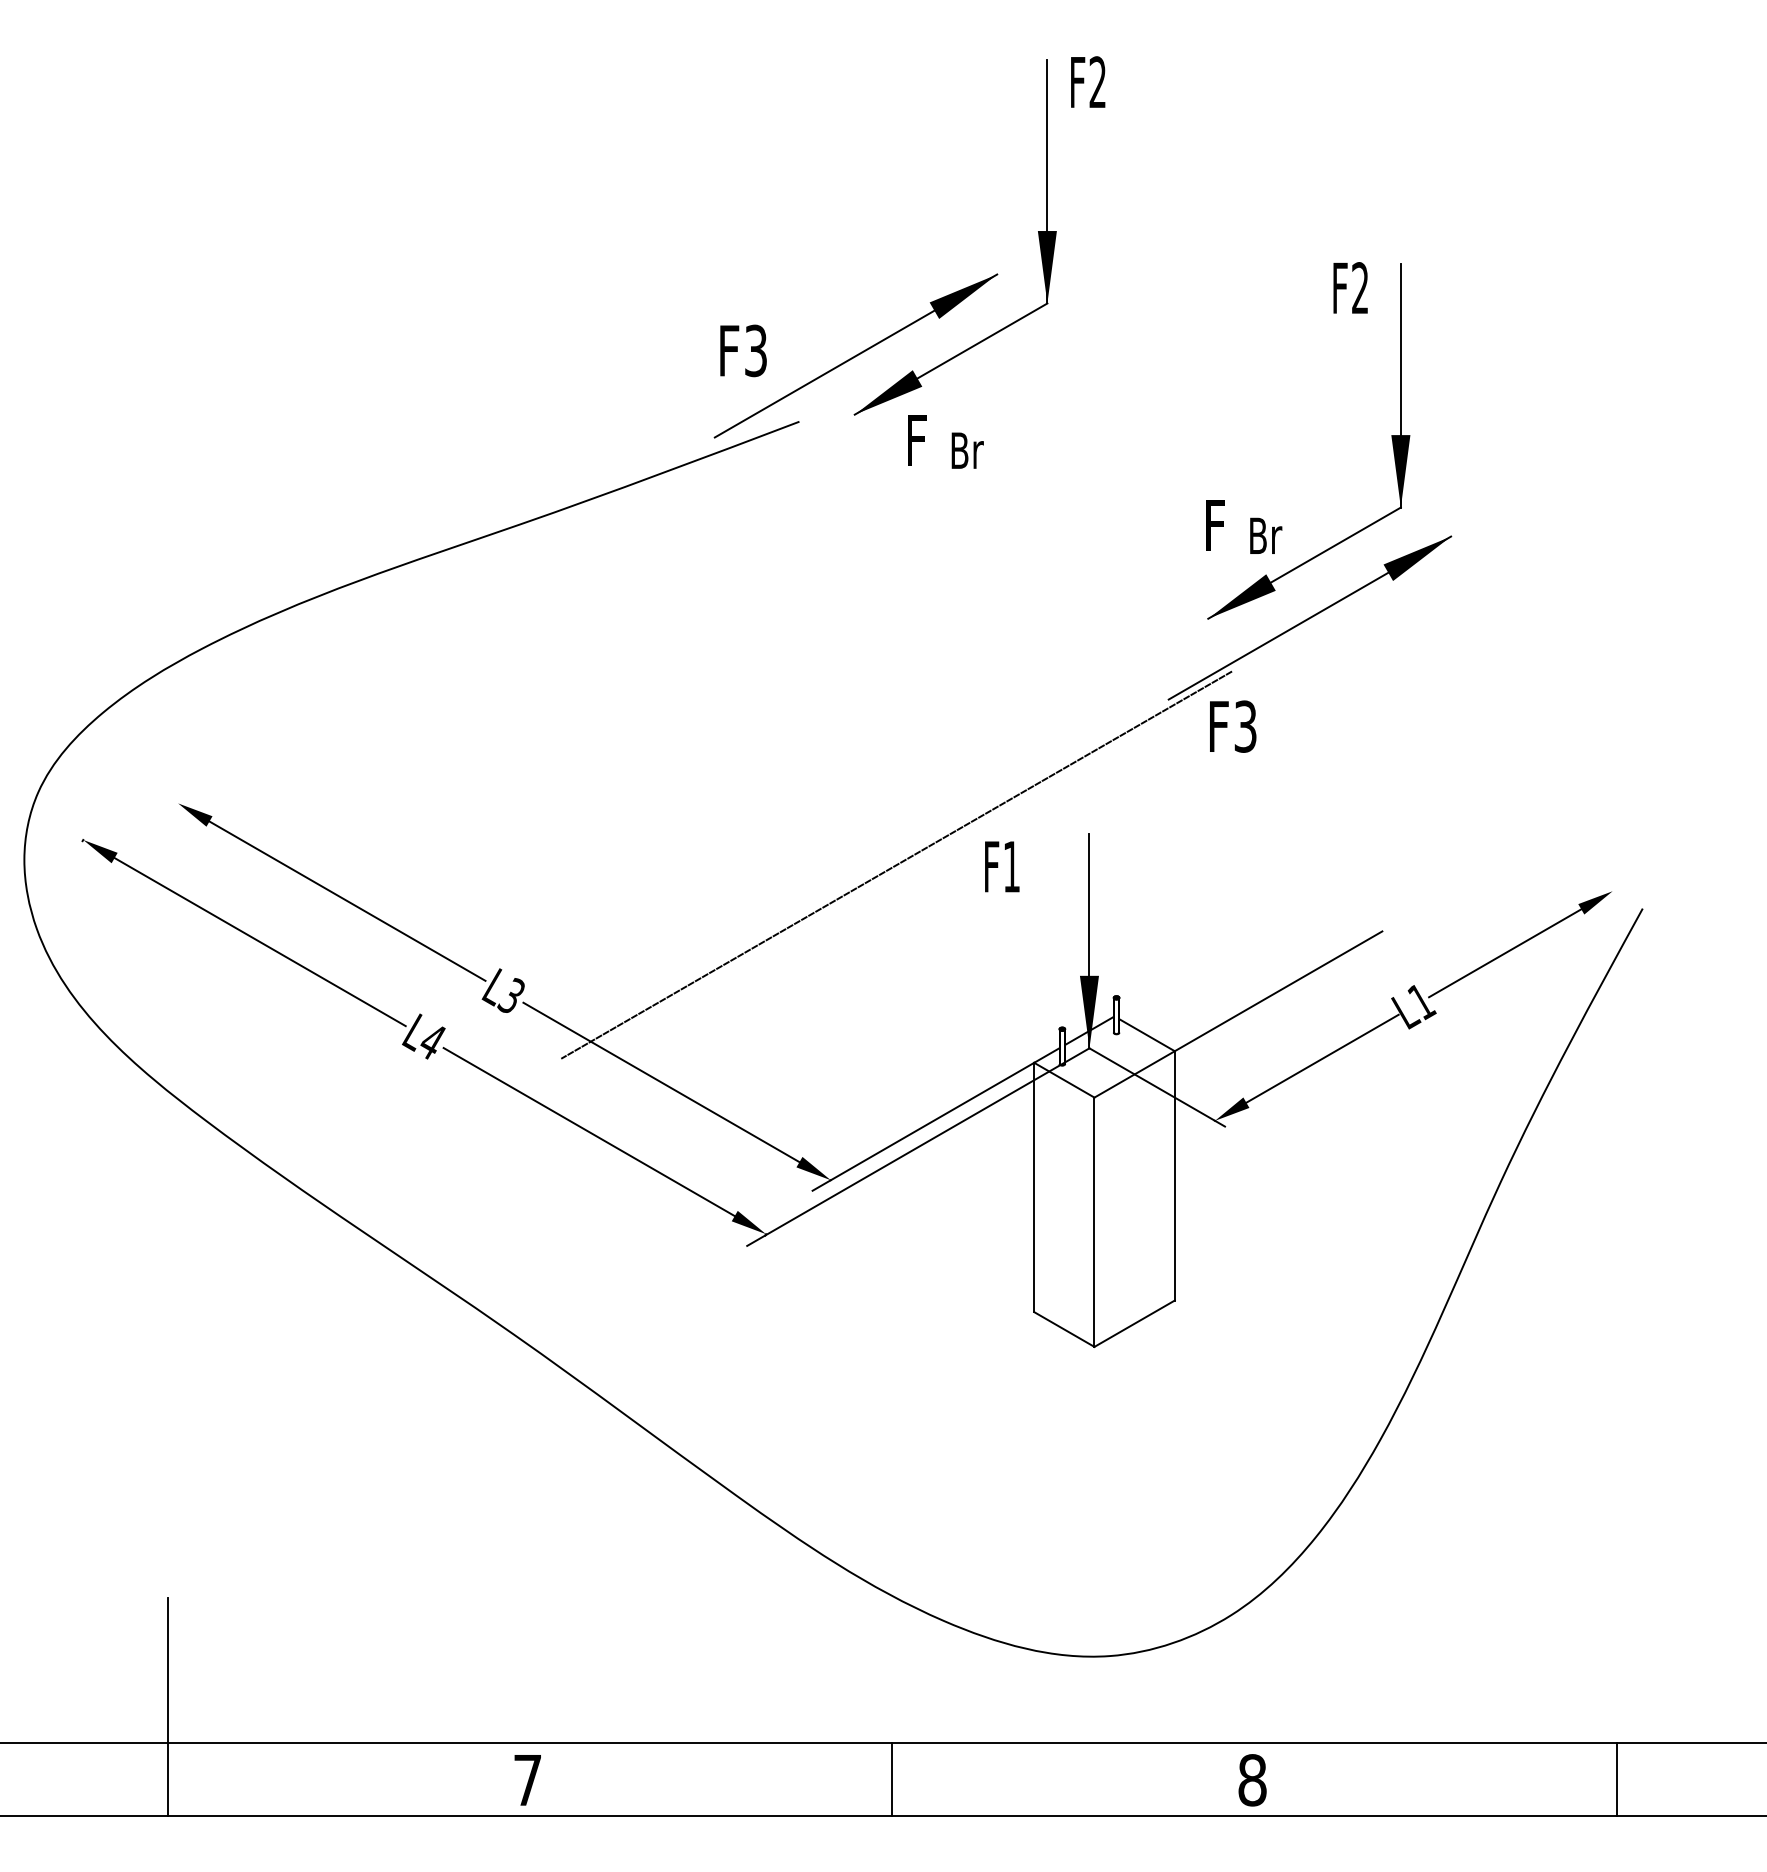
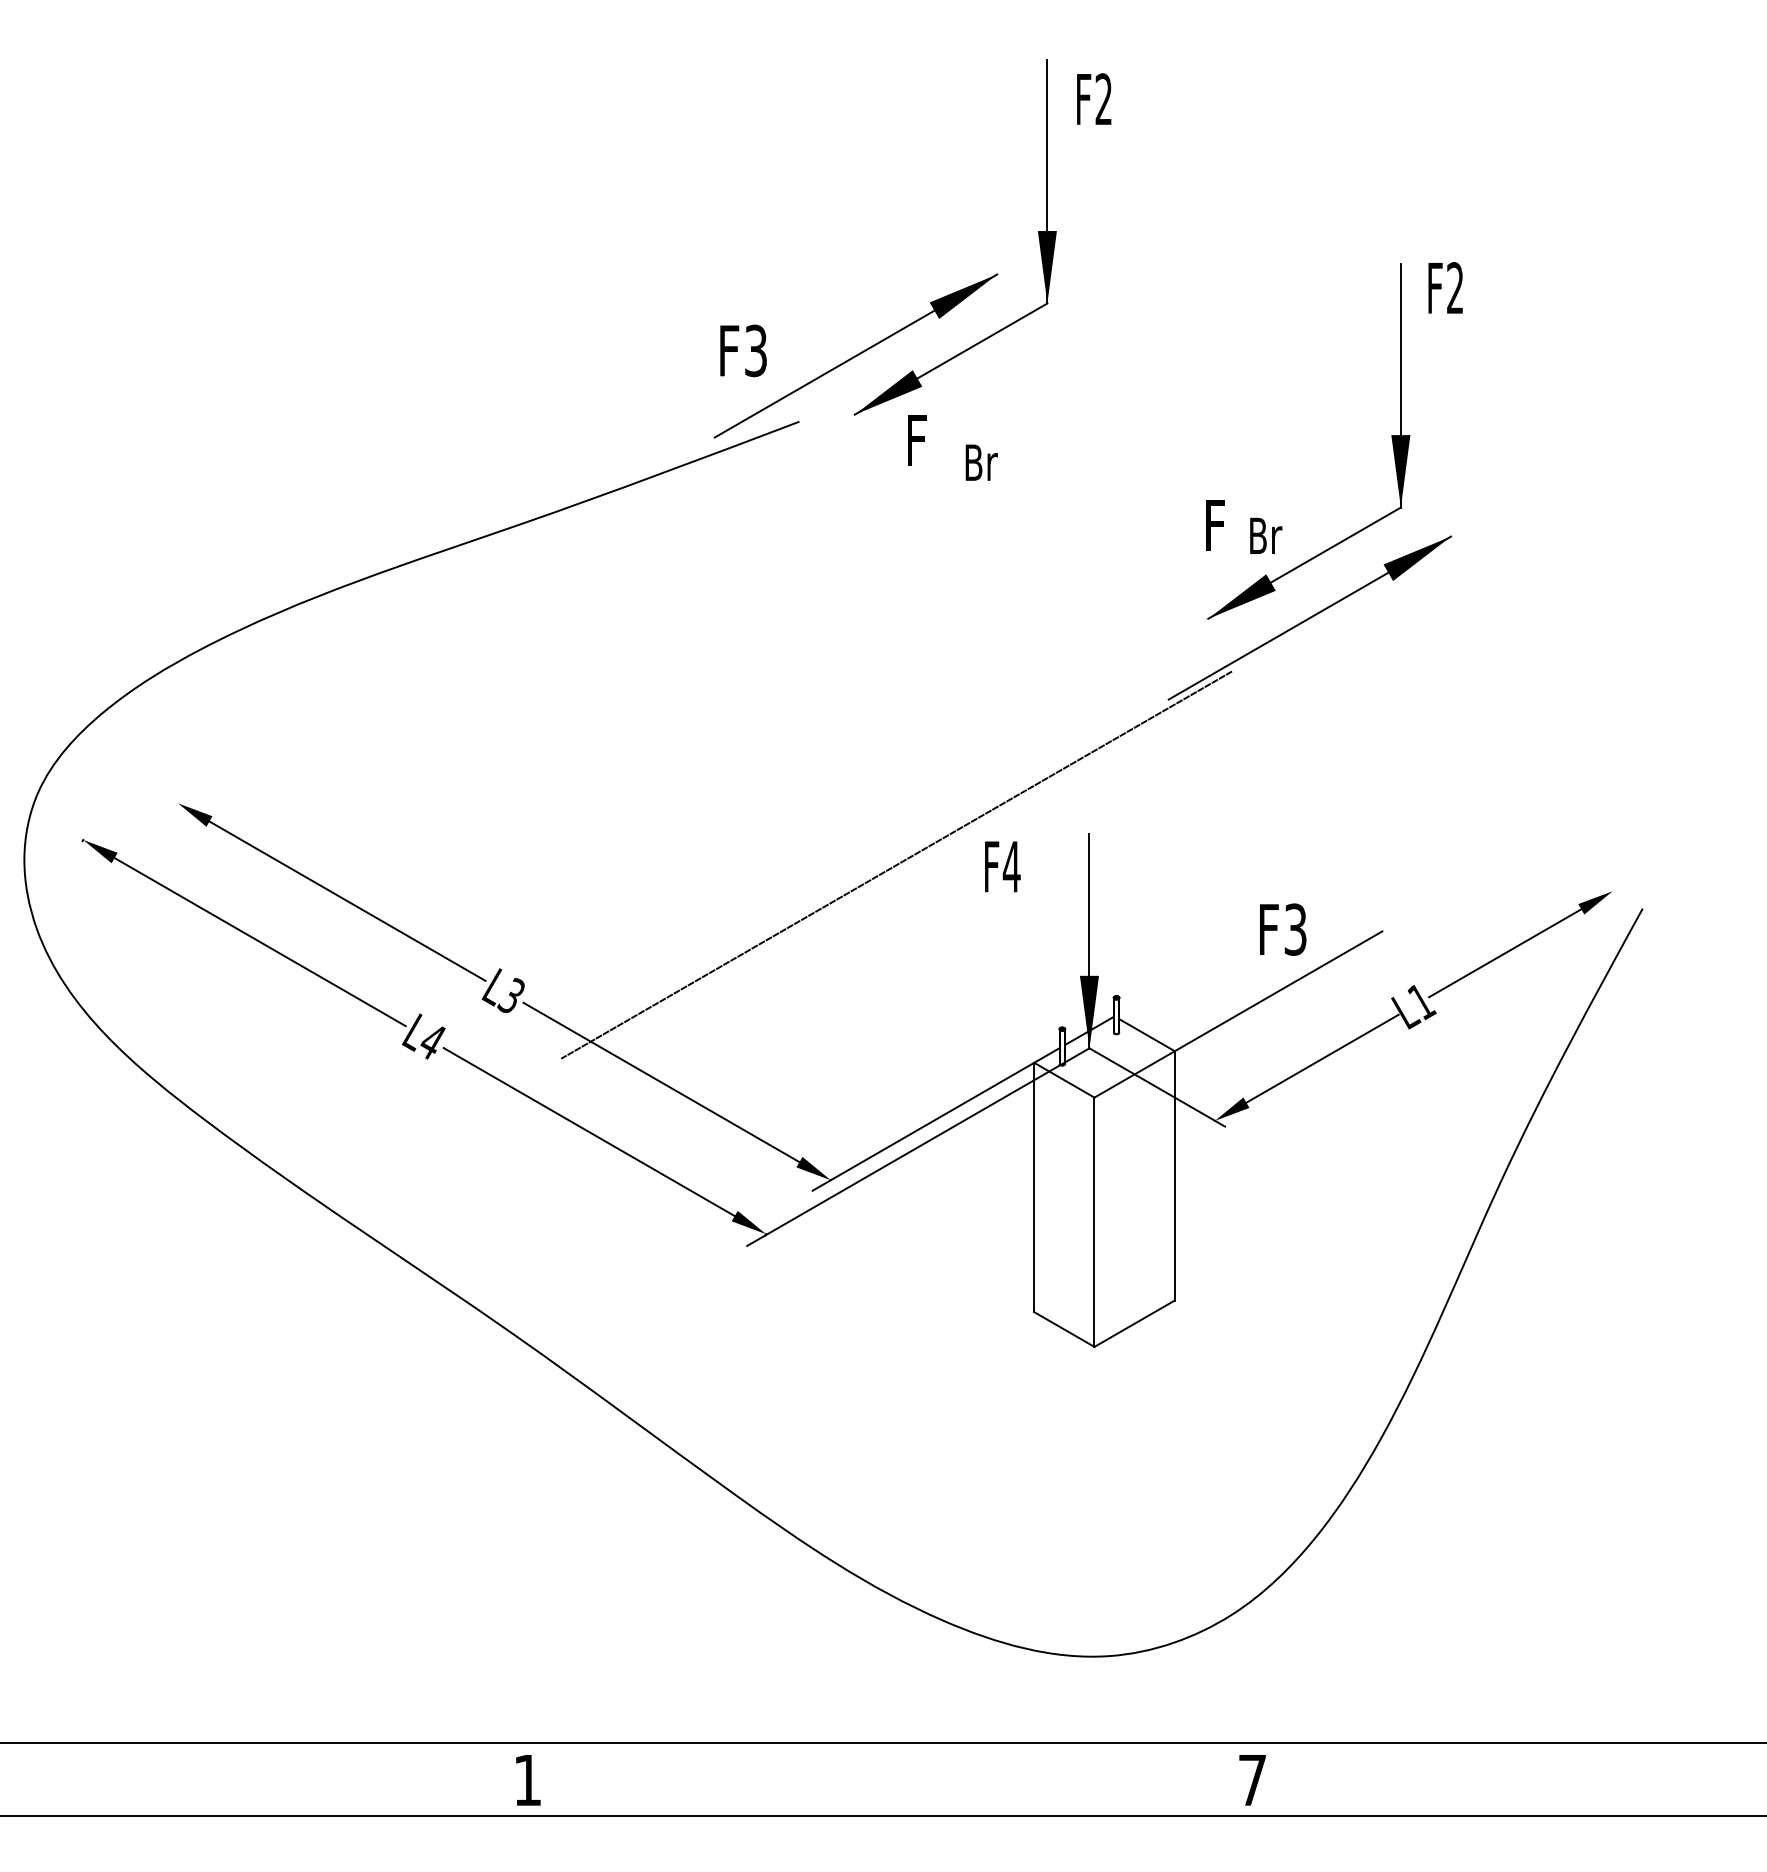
text at (1088, 81) position: (1088, 81) -> (1094, 98)
text at (1350, 287) position: (1350, 287) -> (1445, 287)
text at (967, 450) position: (967, 450) -> (981, 462)
text at (1233, 726) position: (1233, 726) -> (1283, 929)
text at (1011, 866): F1 -> F4
line at (167, 1706): present -> none
line at (892, 1779): present -> none
line at (1617, 1779): present -> none
text at (527, 1780): 7 -> 1
text at (1252, 1780): 8 -> 7
